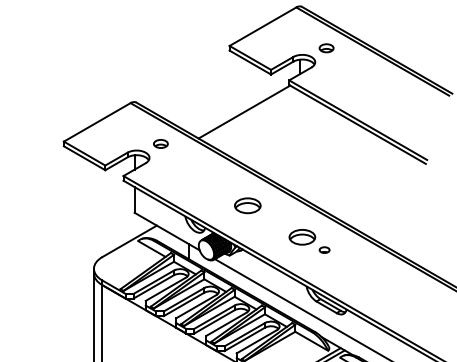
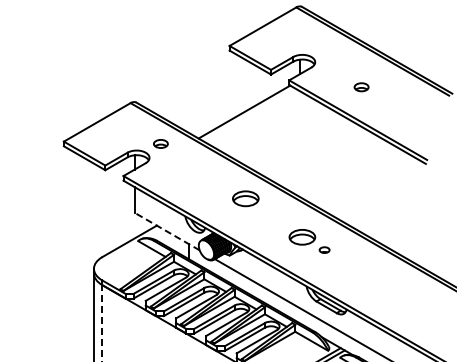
part at (326, 48) position: (326, 48) -> (361, 87)
part at (247, 205) position: (247, 205) -> (245, 198)
line at (167, 231): solid -> dashed
line at (102, 323): solid -> dashed
